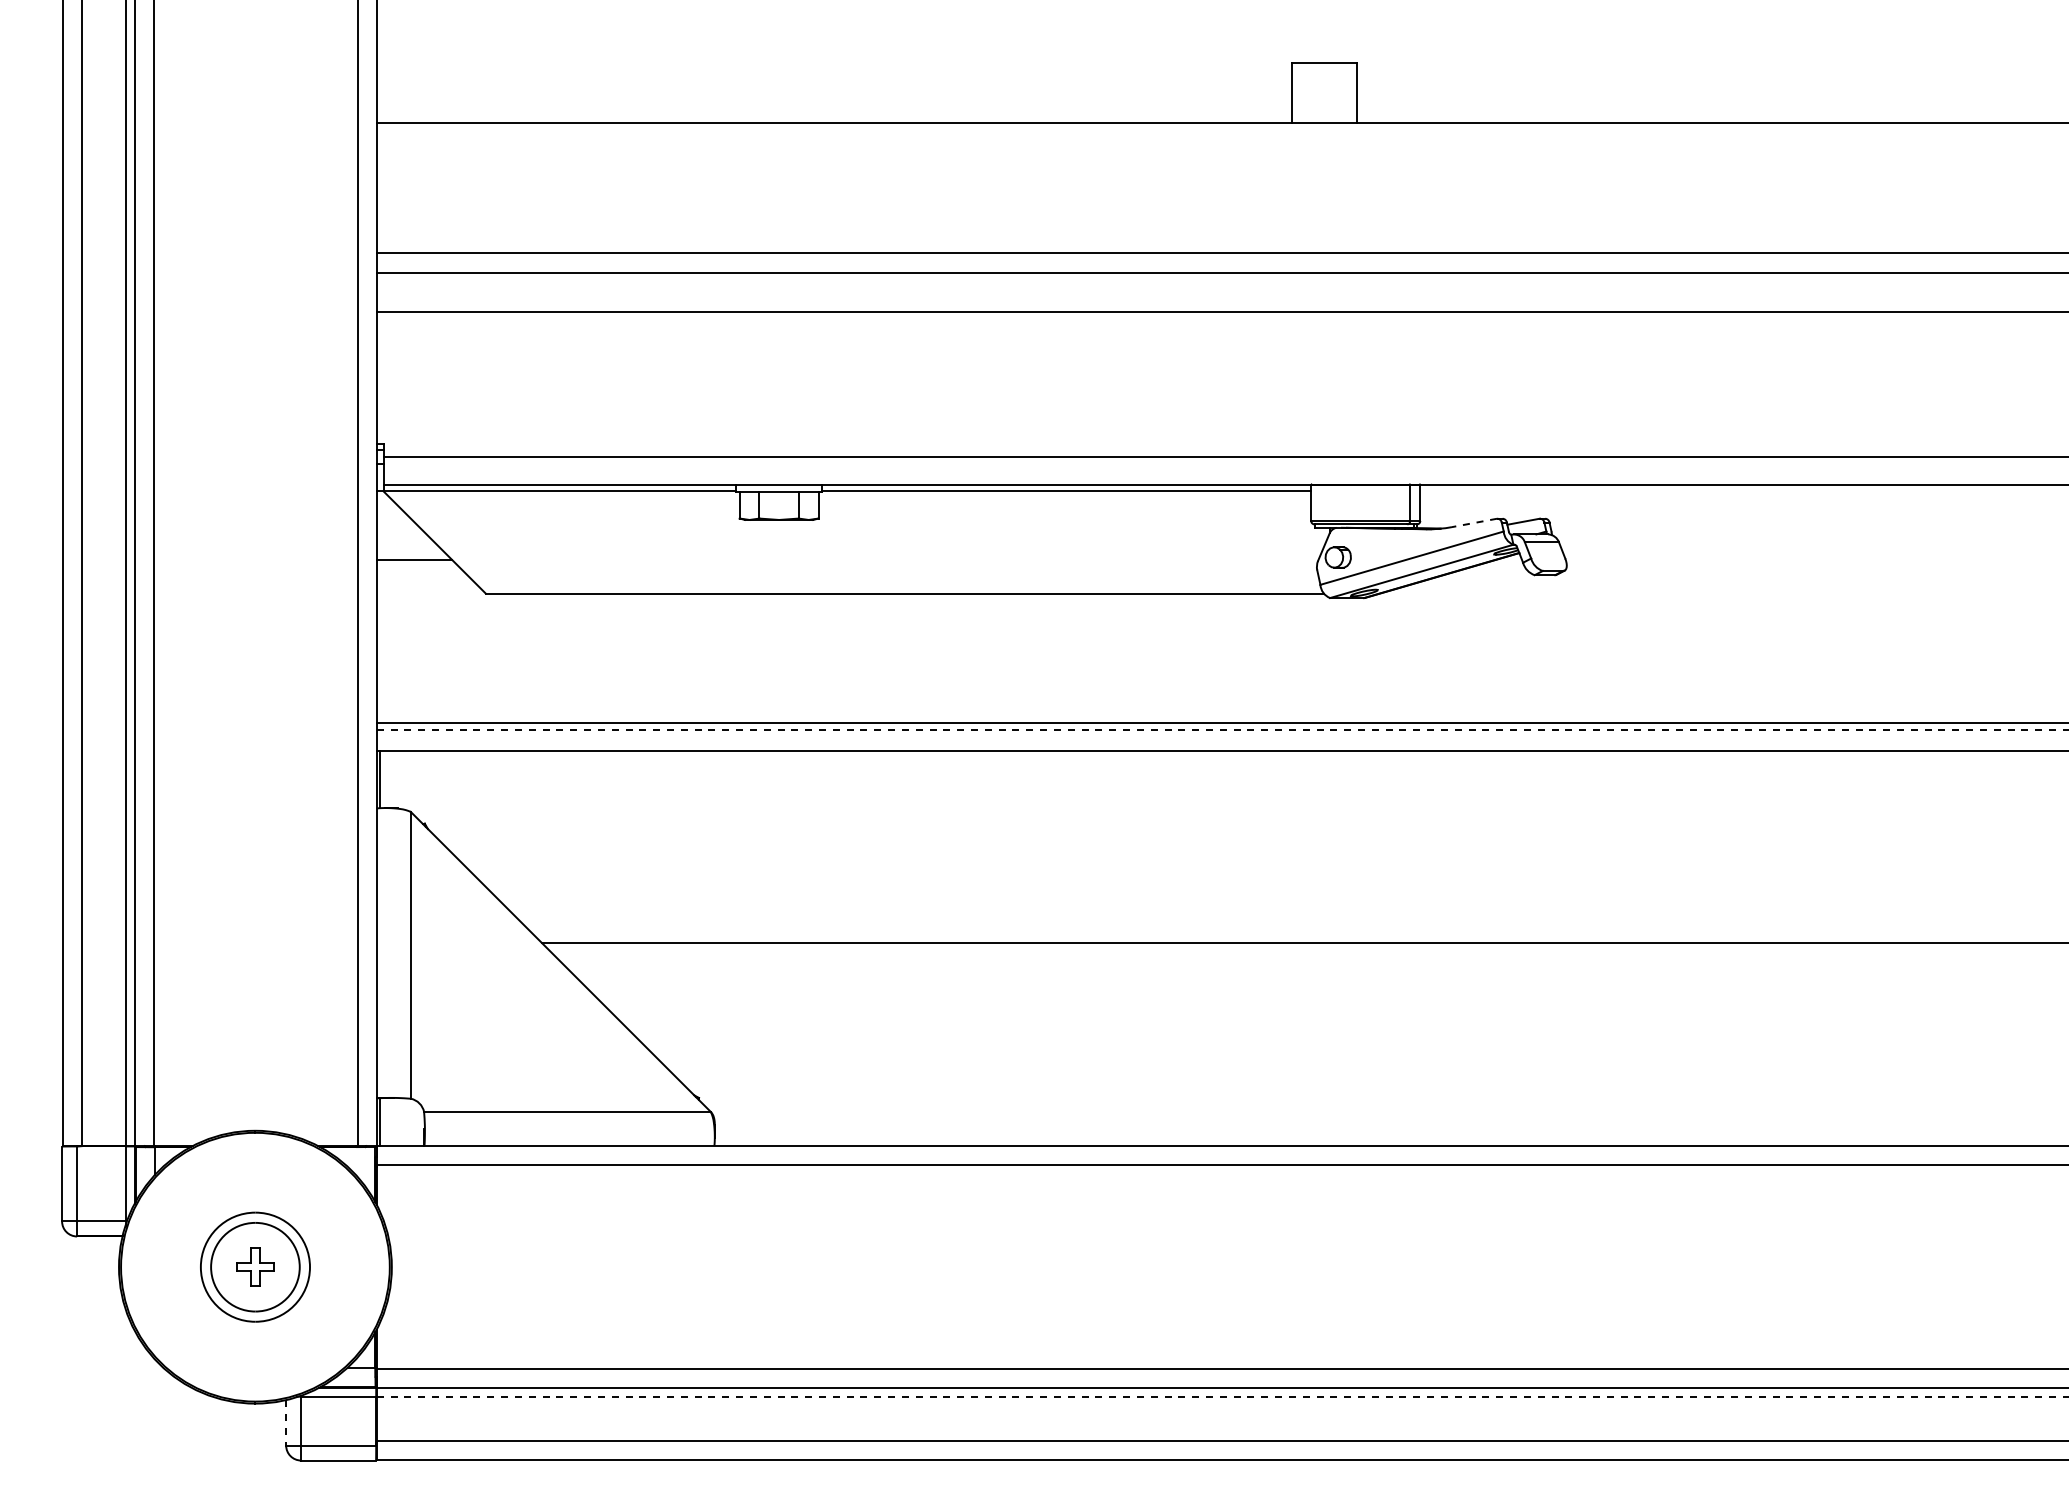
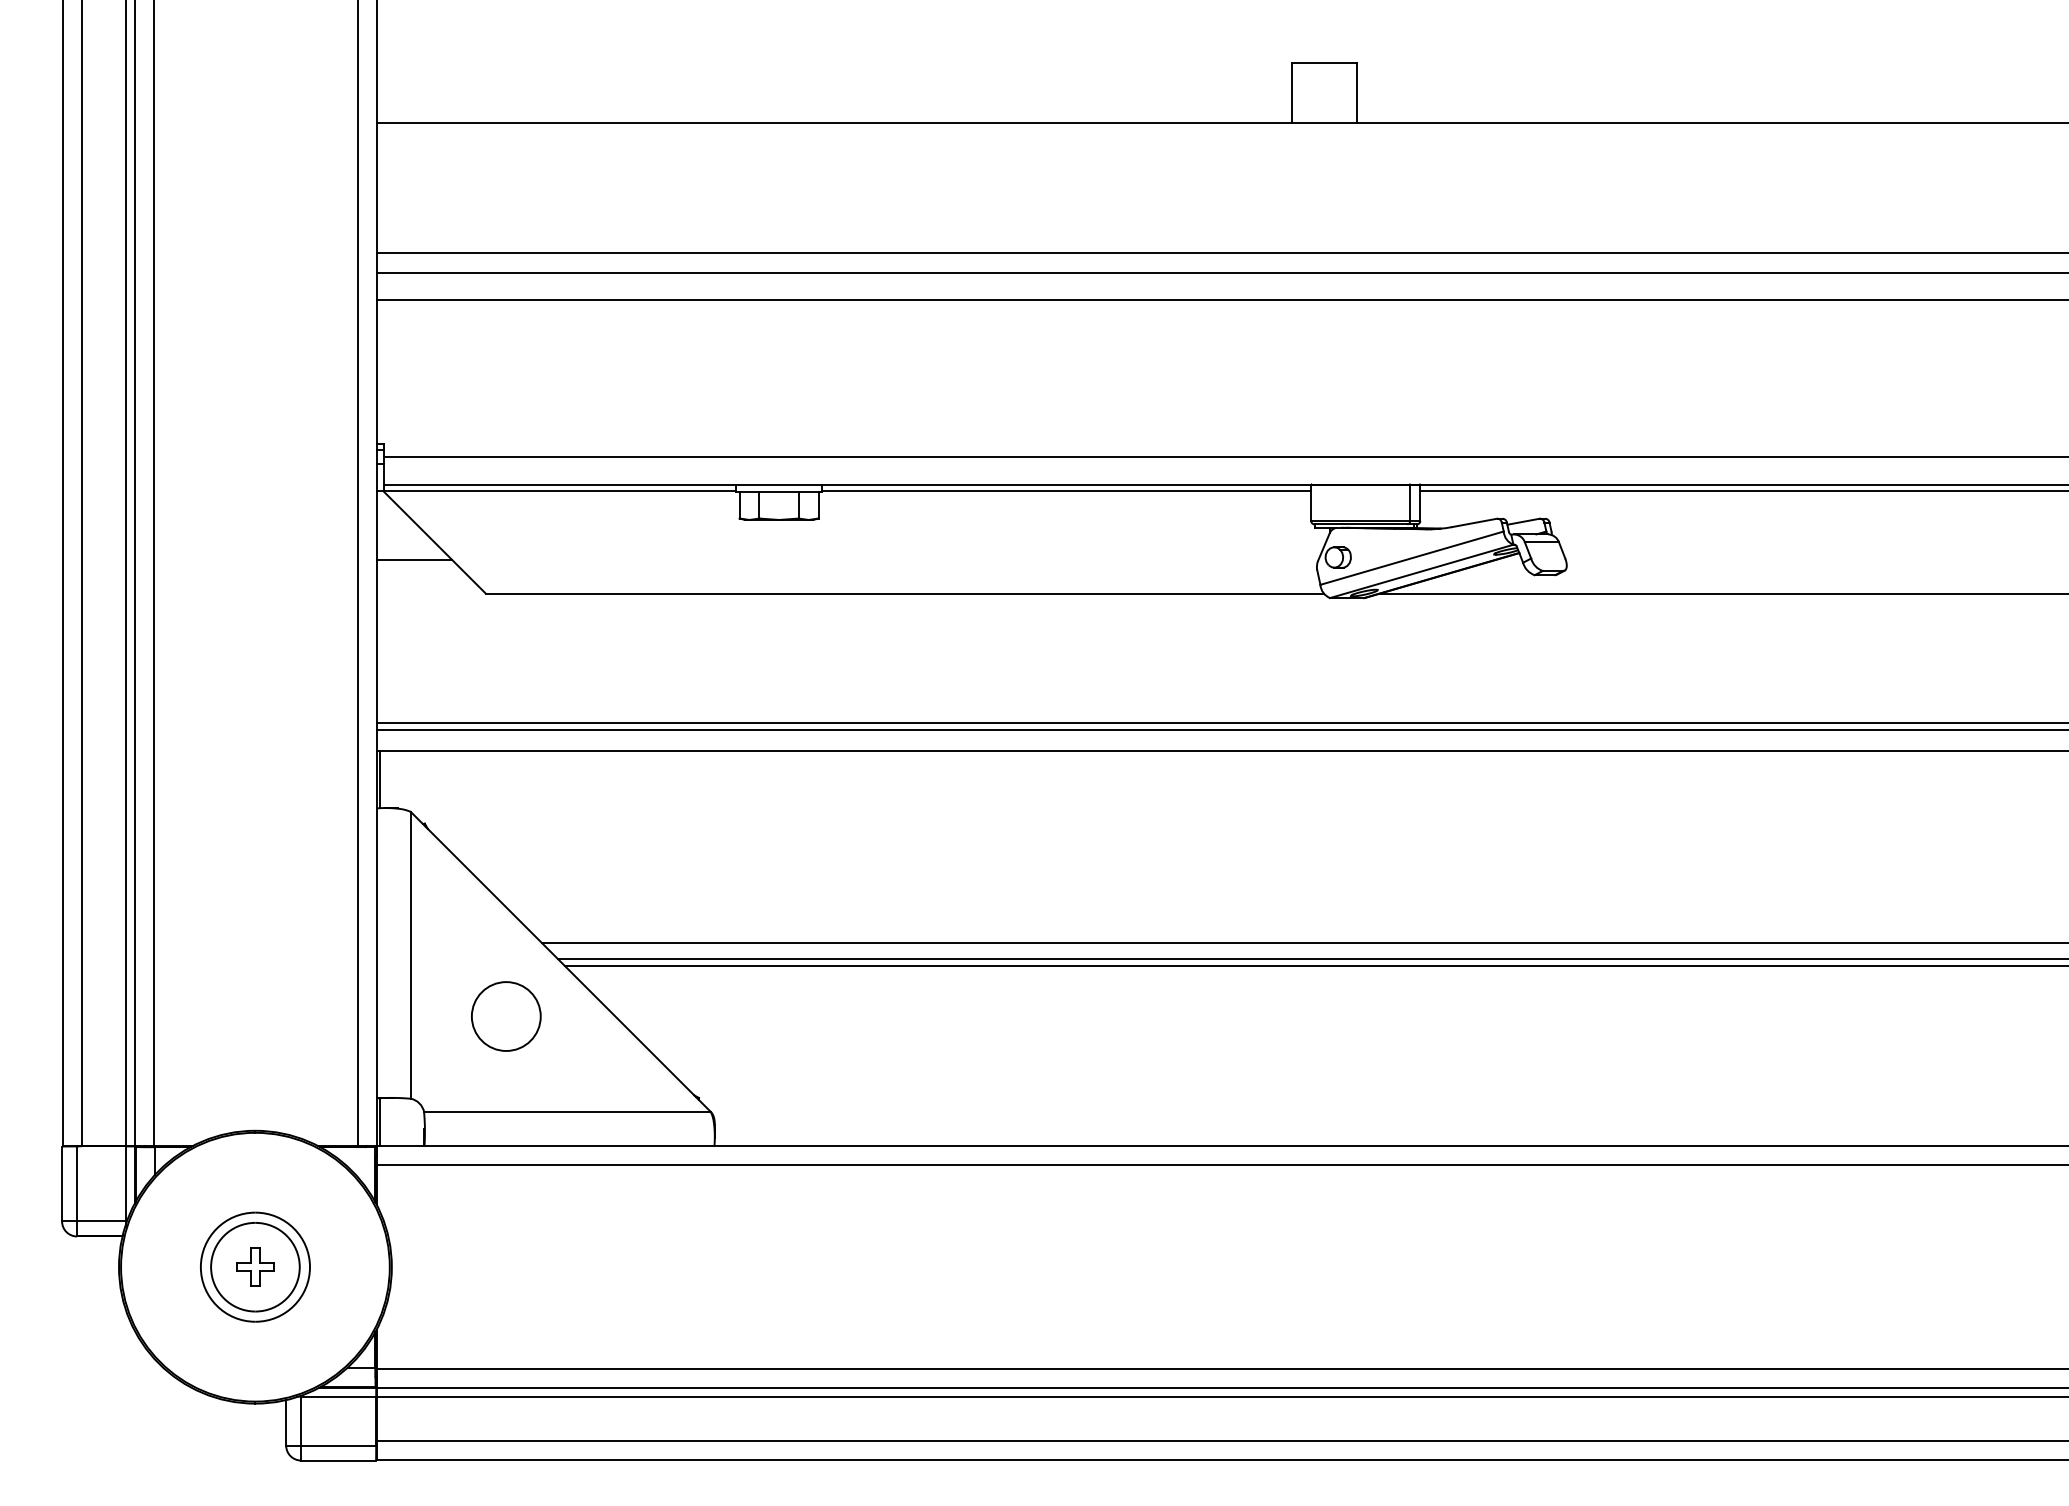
line at (1220, 312) position: (1220, 312) -> (1220, 300)
line at (1742, 491): none -> present
line at (1474, 522): dashed -> solid
line at (1722, 593): none -> present
line at (1223, 730): dashed -> solid
line at (1311, 959): none -> present
line at (1314, 966): none -> present
circle at (506, 1016): none -> present
line at (1223, 1397): dashed -> solid
line at (286, 1422): dashed -> solid
